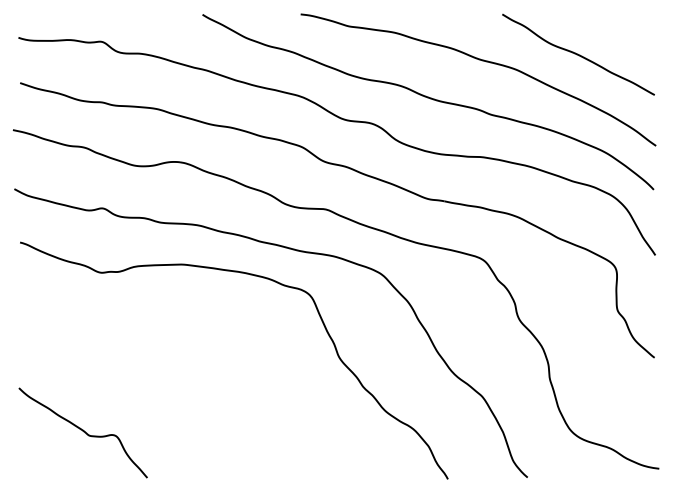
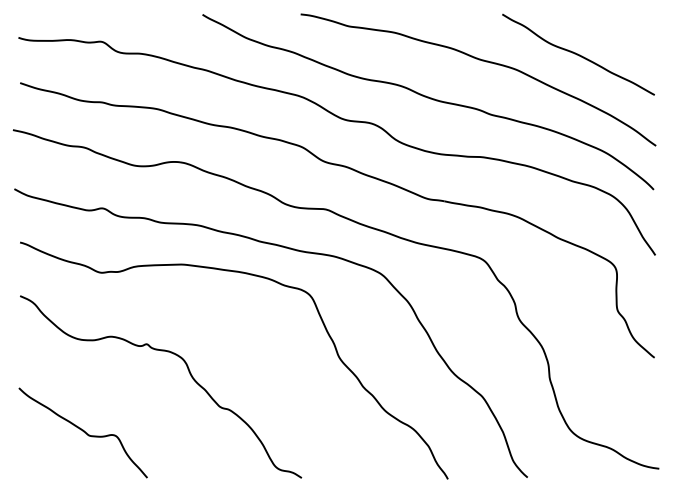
curve at (188, 372): none -> present
